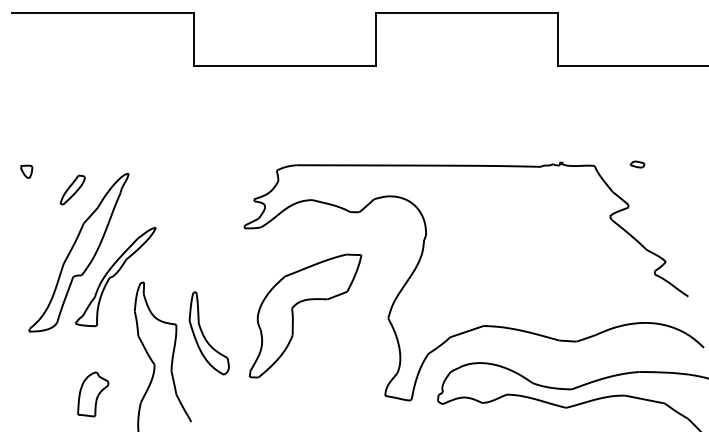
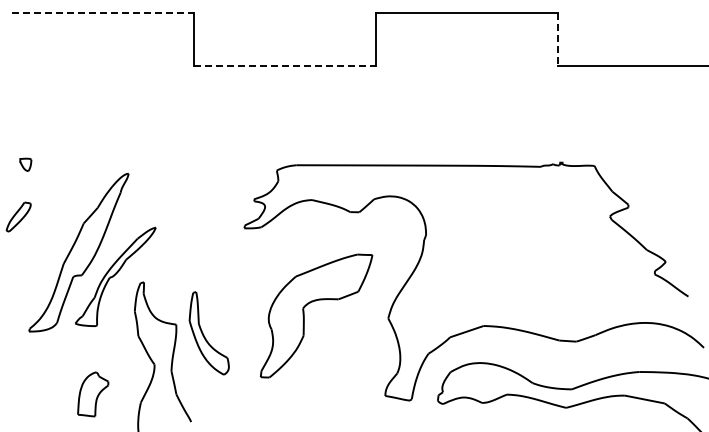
line at (102, 13): solid -> dashed
line at (557, 40): solid -> dashed
line at (285, 66): solid -> dashed
part at (637, 164): present -> none
part at (26, 171) position: (26, 171) -> (25, 164)
part at (72, 189) position: (72, 189) -> (18, 216)
part at (293, 315) position: (293, 315) -> (304, 315)
